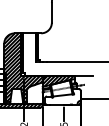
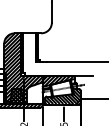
hatch at (16, 96): none -> present
hatch at (62, 96): none -> present
